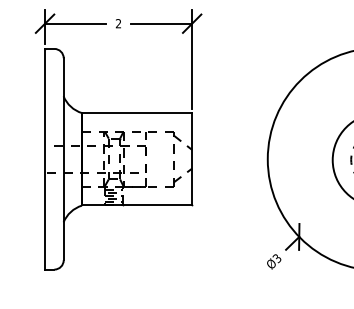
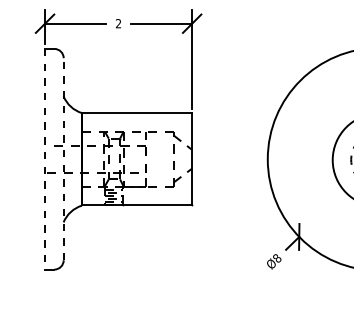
line at (63, 158): solid -> dashed
line at (45, 159): solid -> dashed
text at (276, 258): Ø3 -> Ø8
